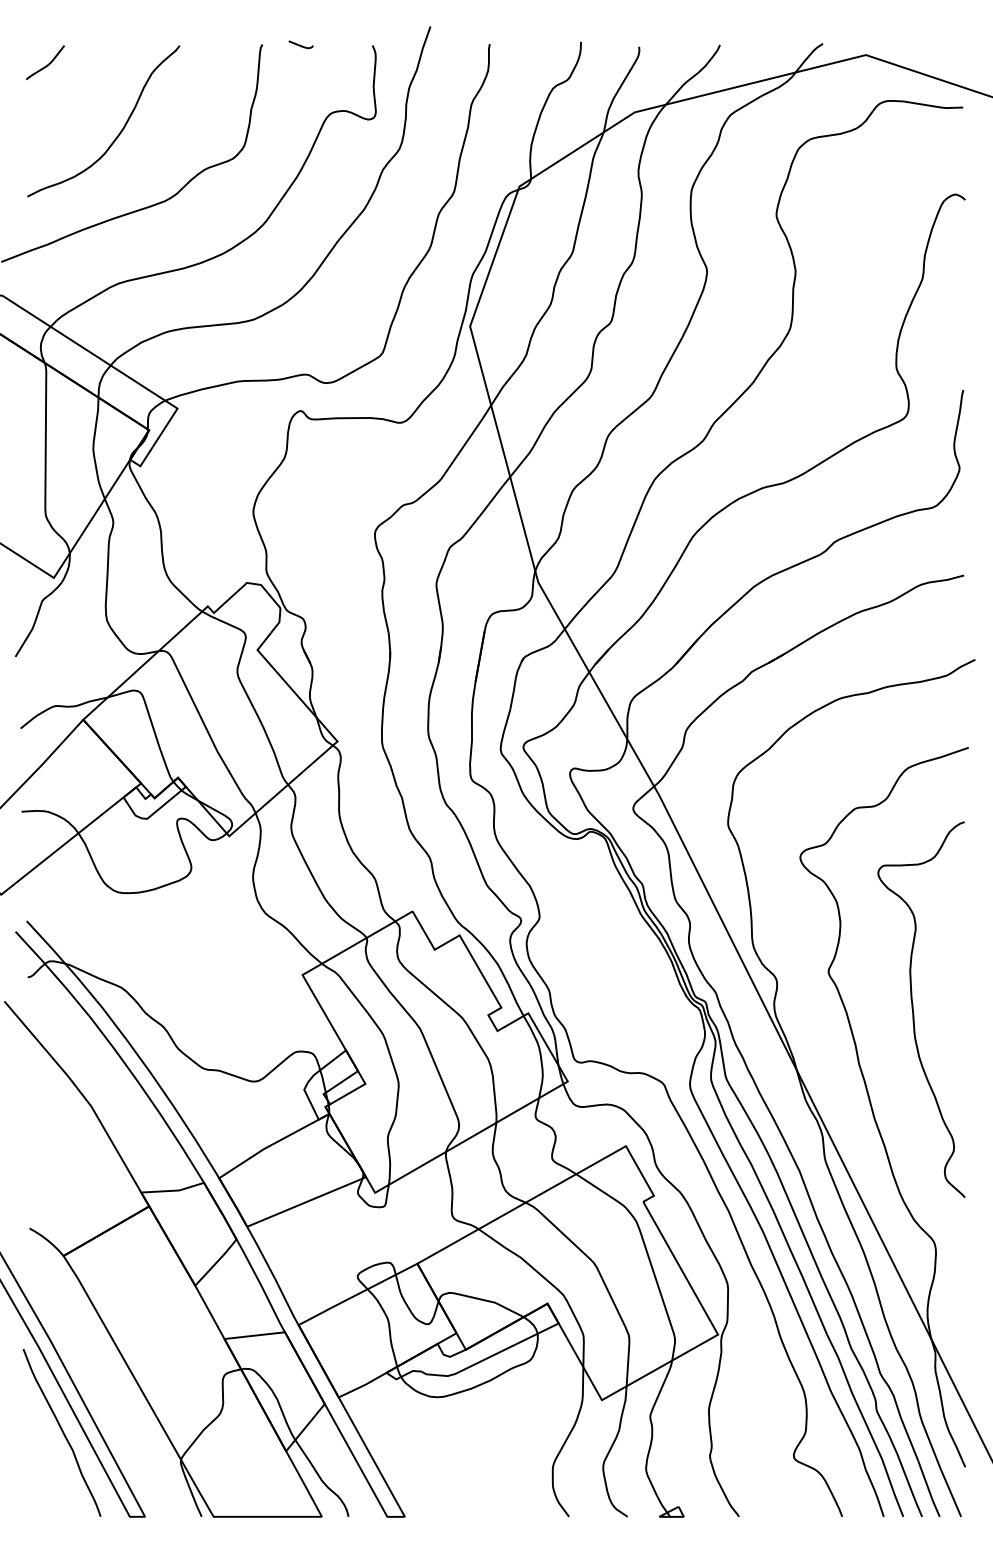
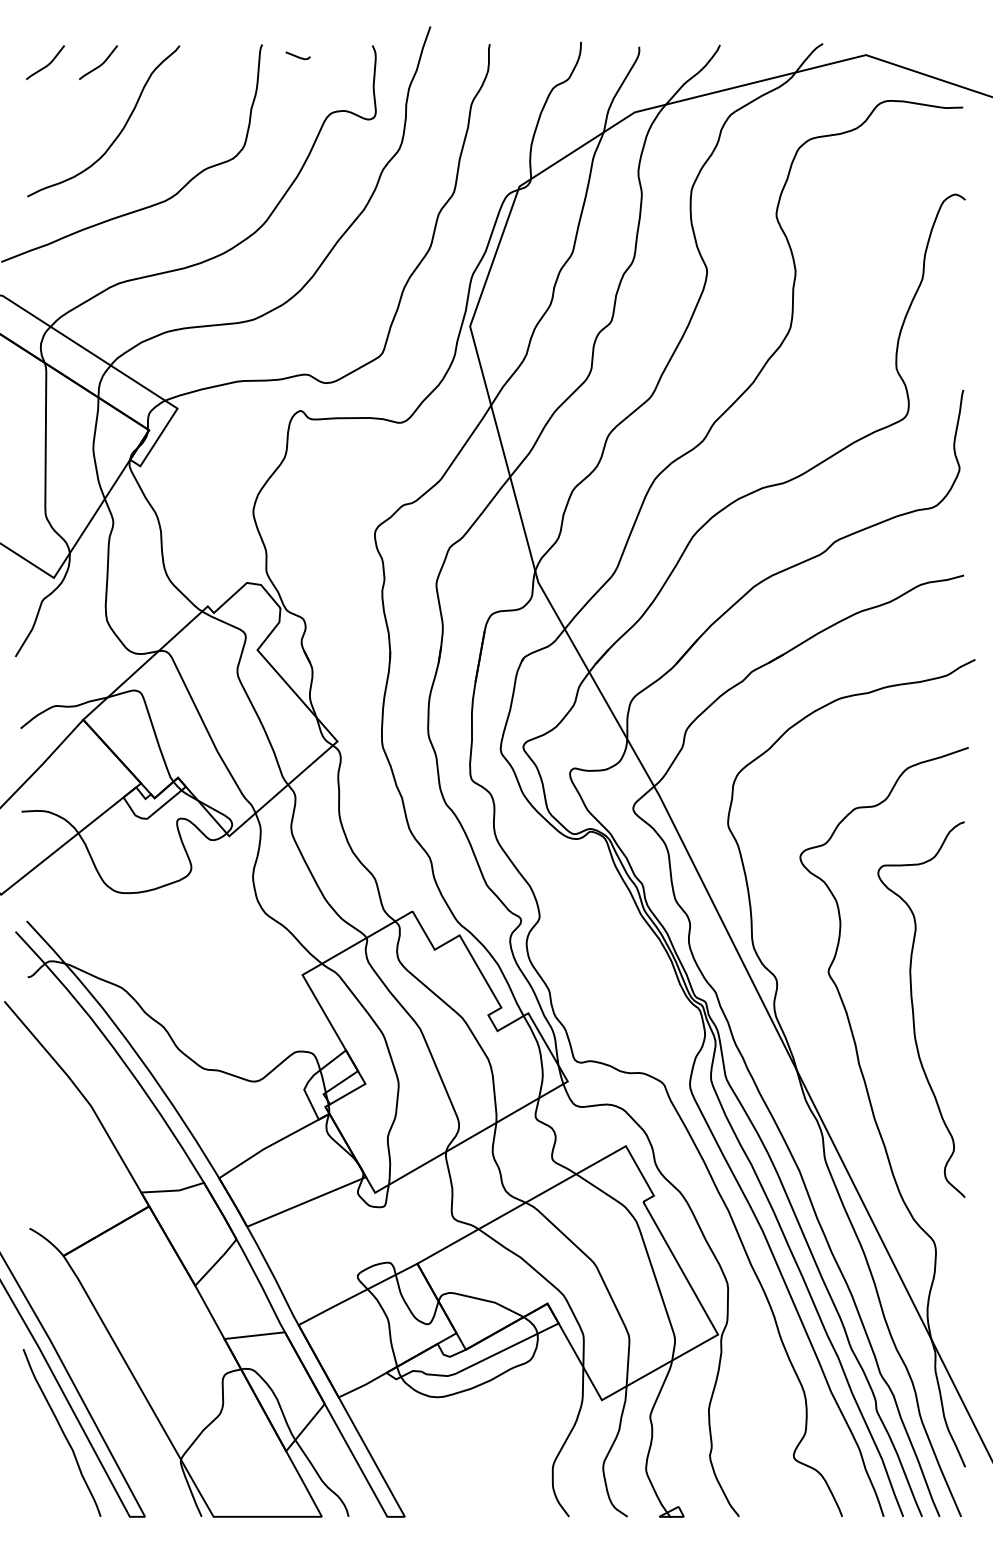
curve at (300, 44) position: (300, 44) -> (297, 55)
curve at (100, 64): none -> present
